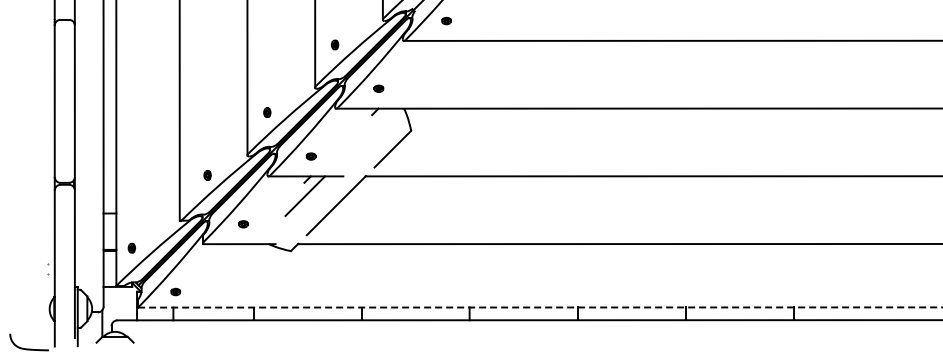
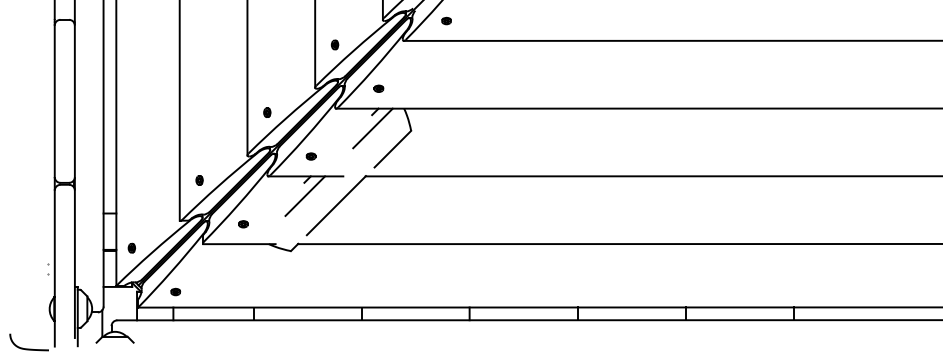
line at (372, 128): none -> present
part at (207, 175) position: (207, 175) -> (199, 180)
line at (540, 307): dashed -> solid
